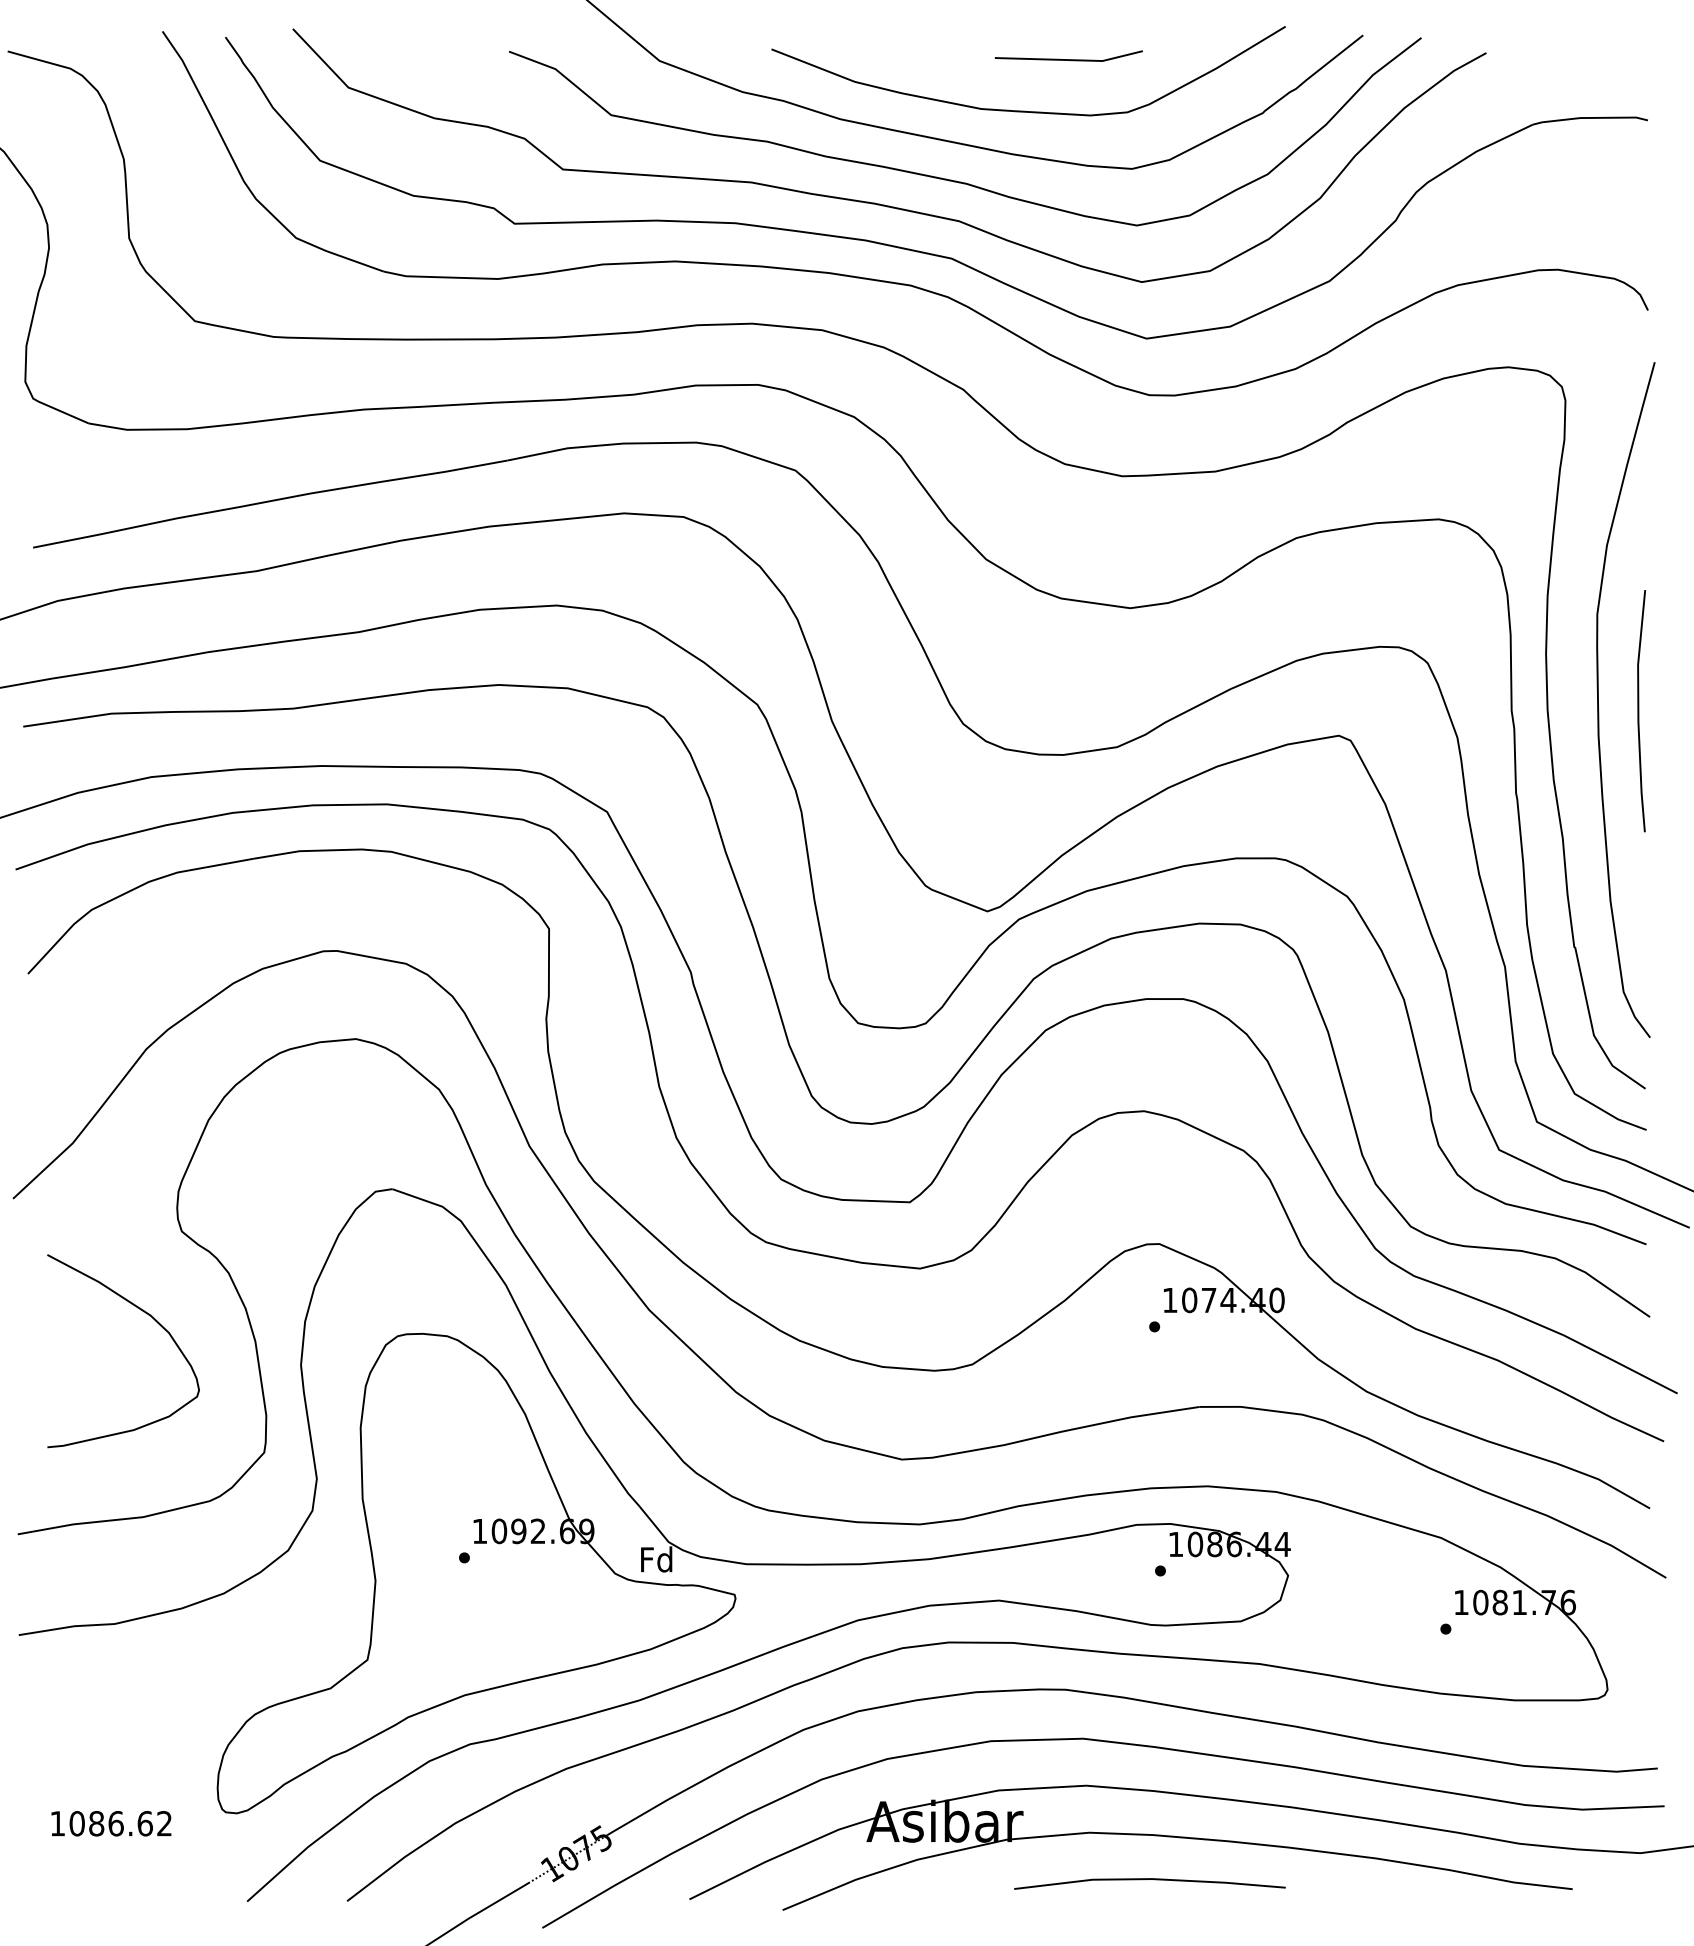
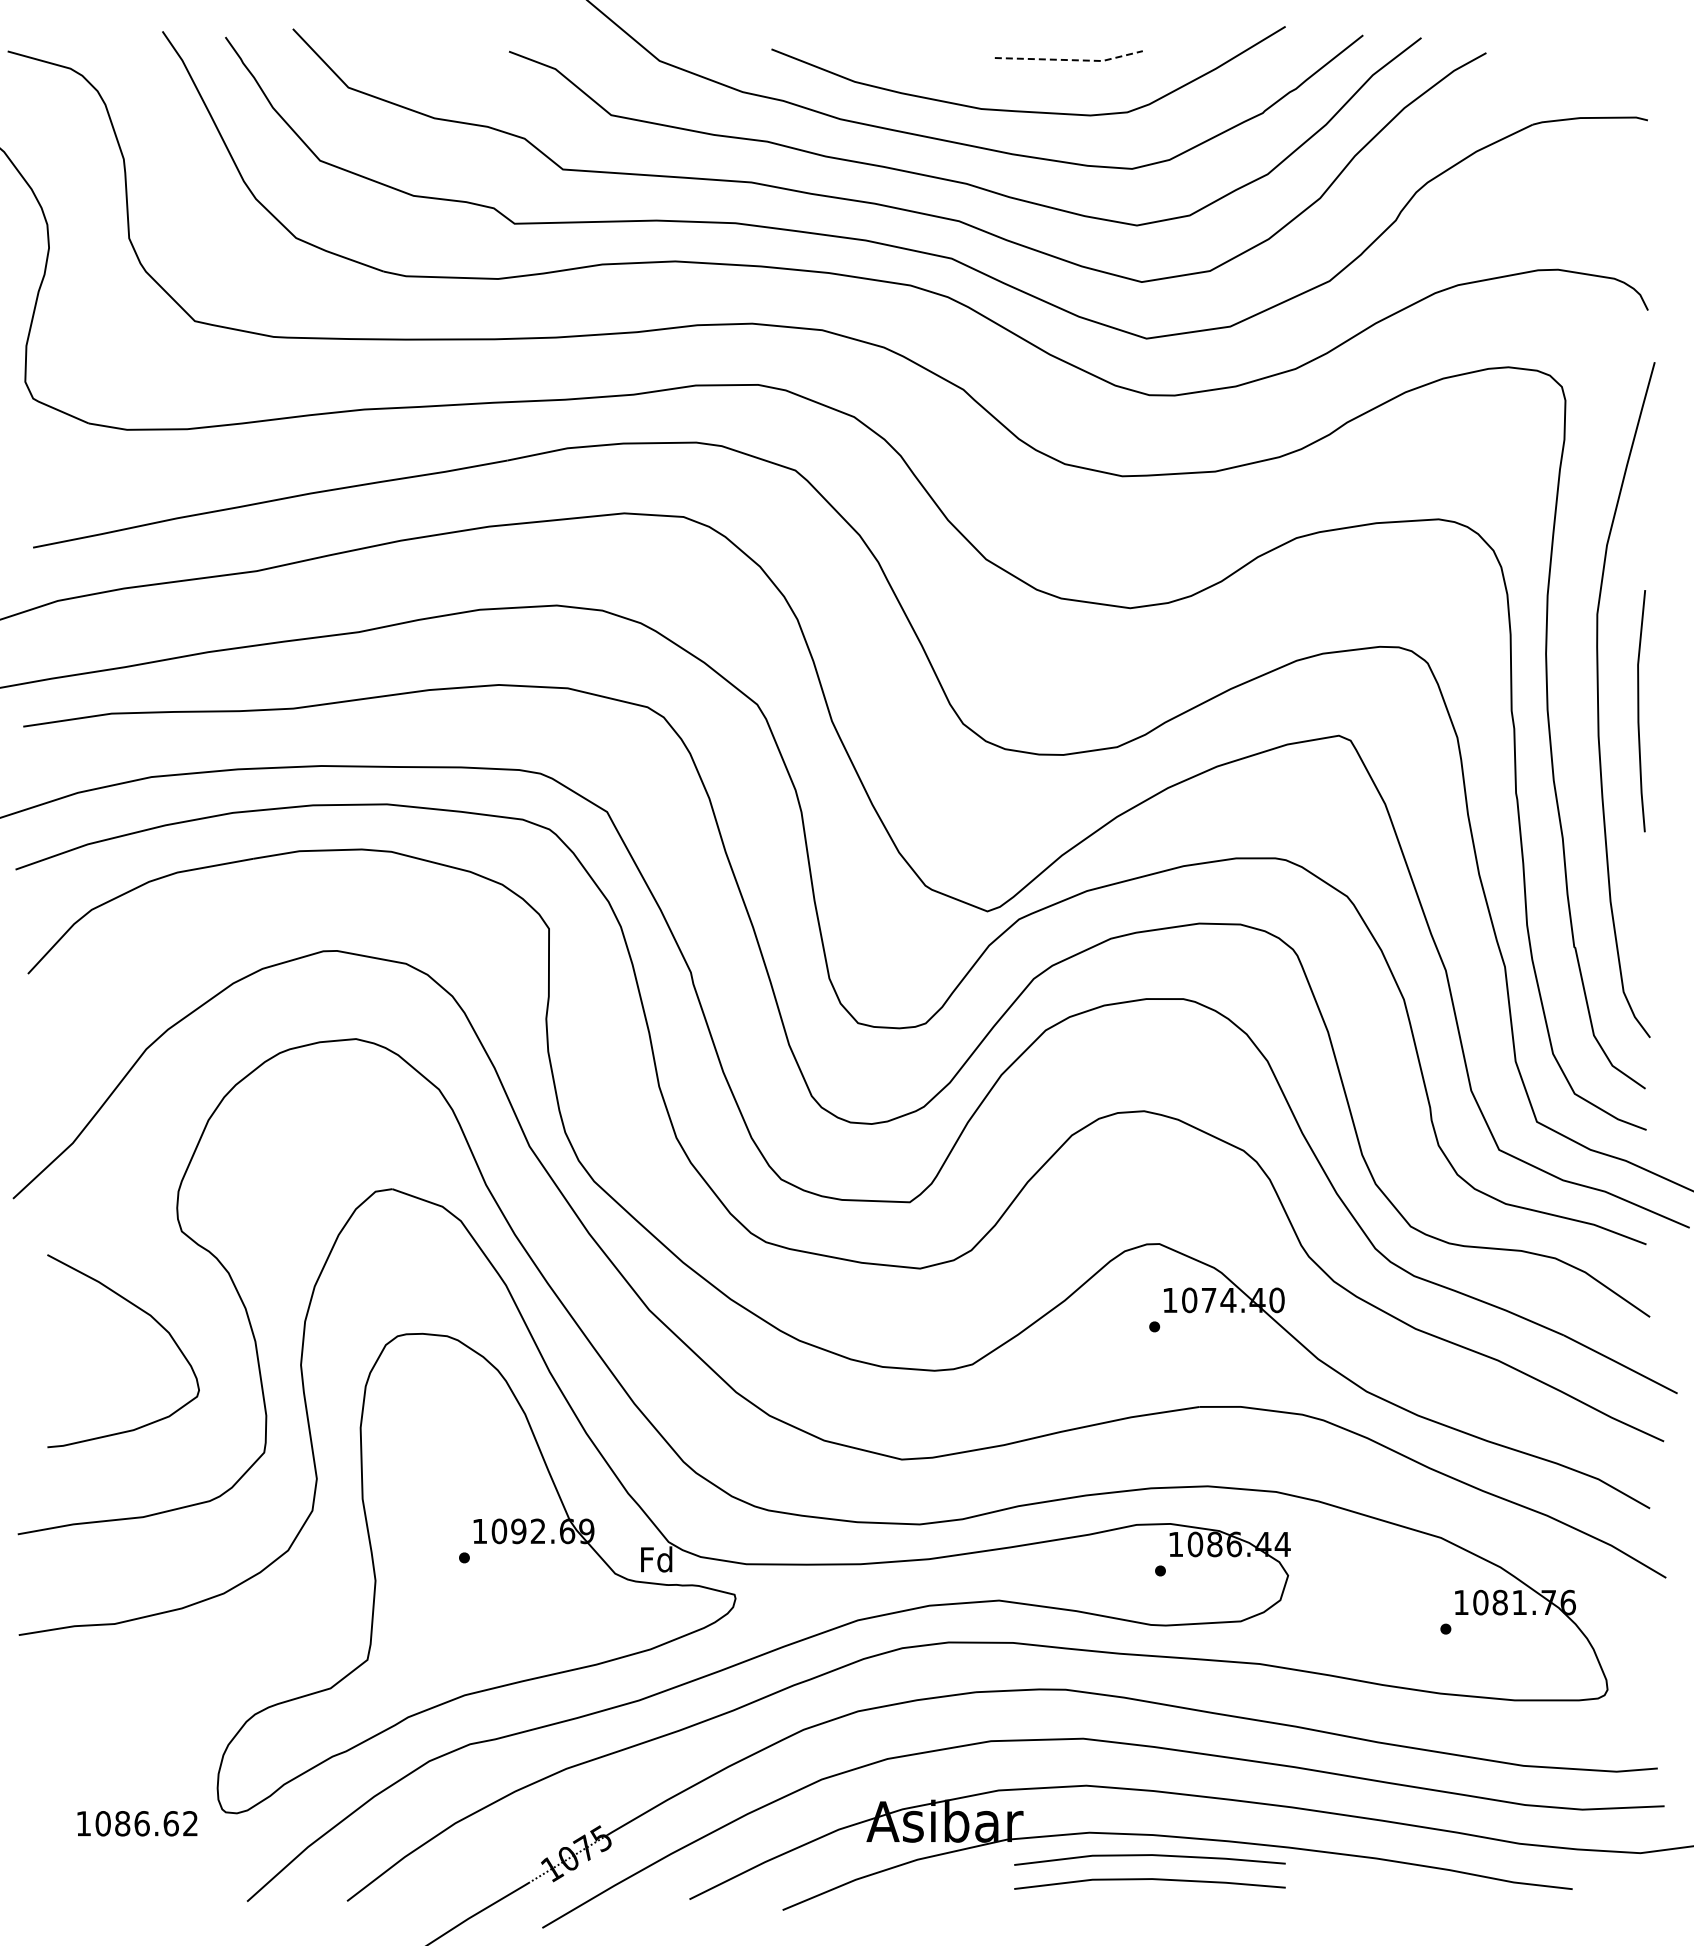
line at (1070, 60): solid -> dashed
text at (111, 1823) position: (111, 1823) -> (137, 1823)
line at (1149, 1855): none -> present
